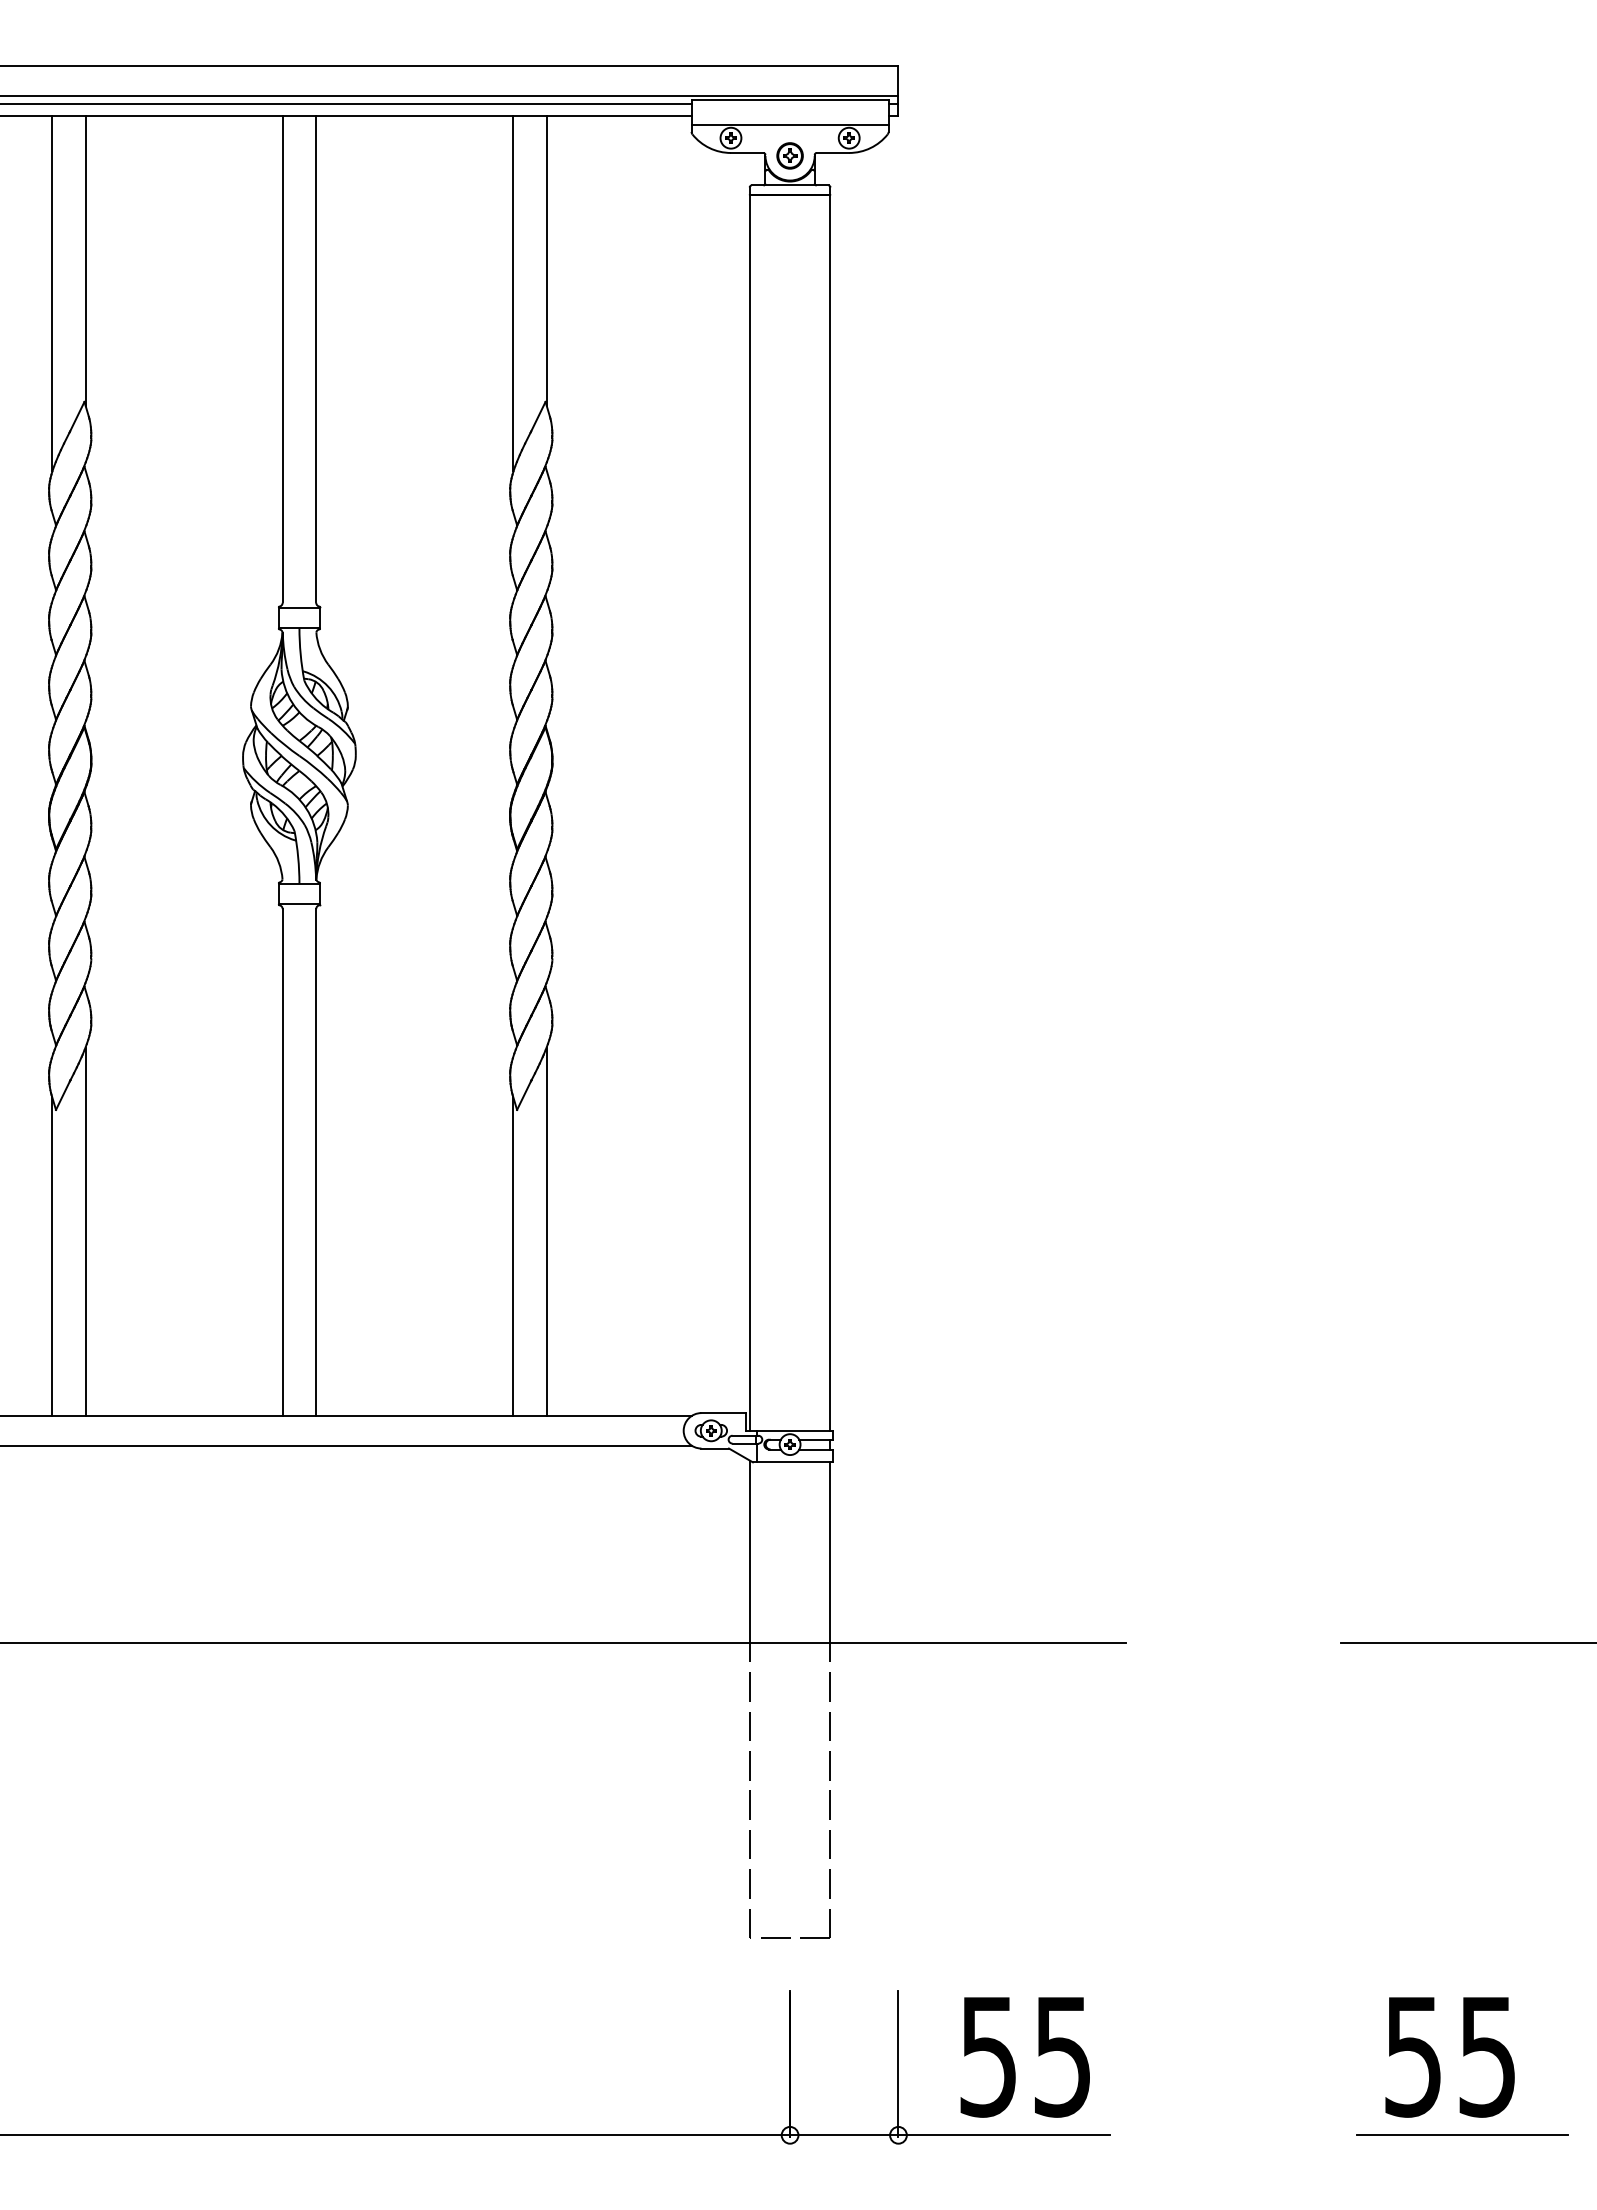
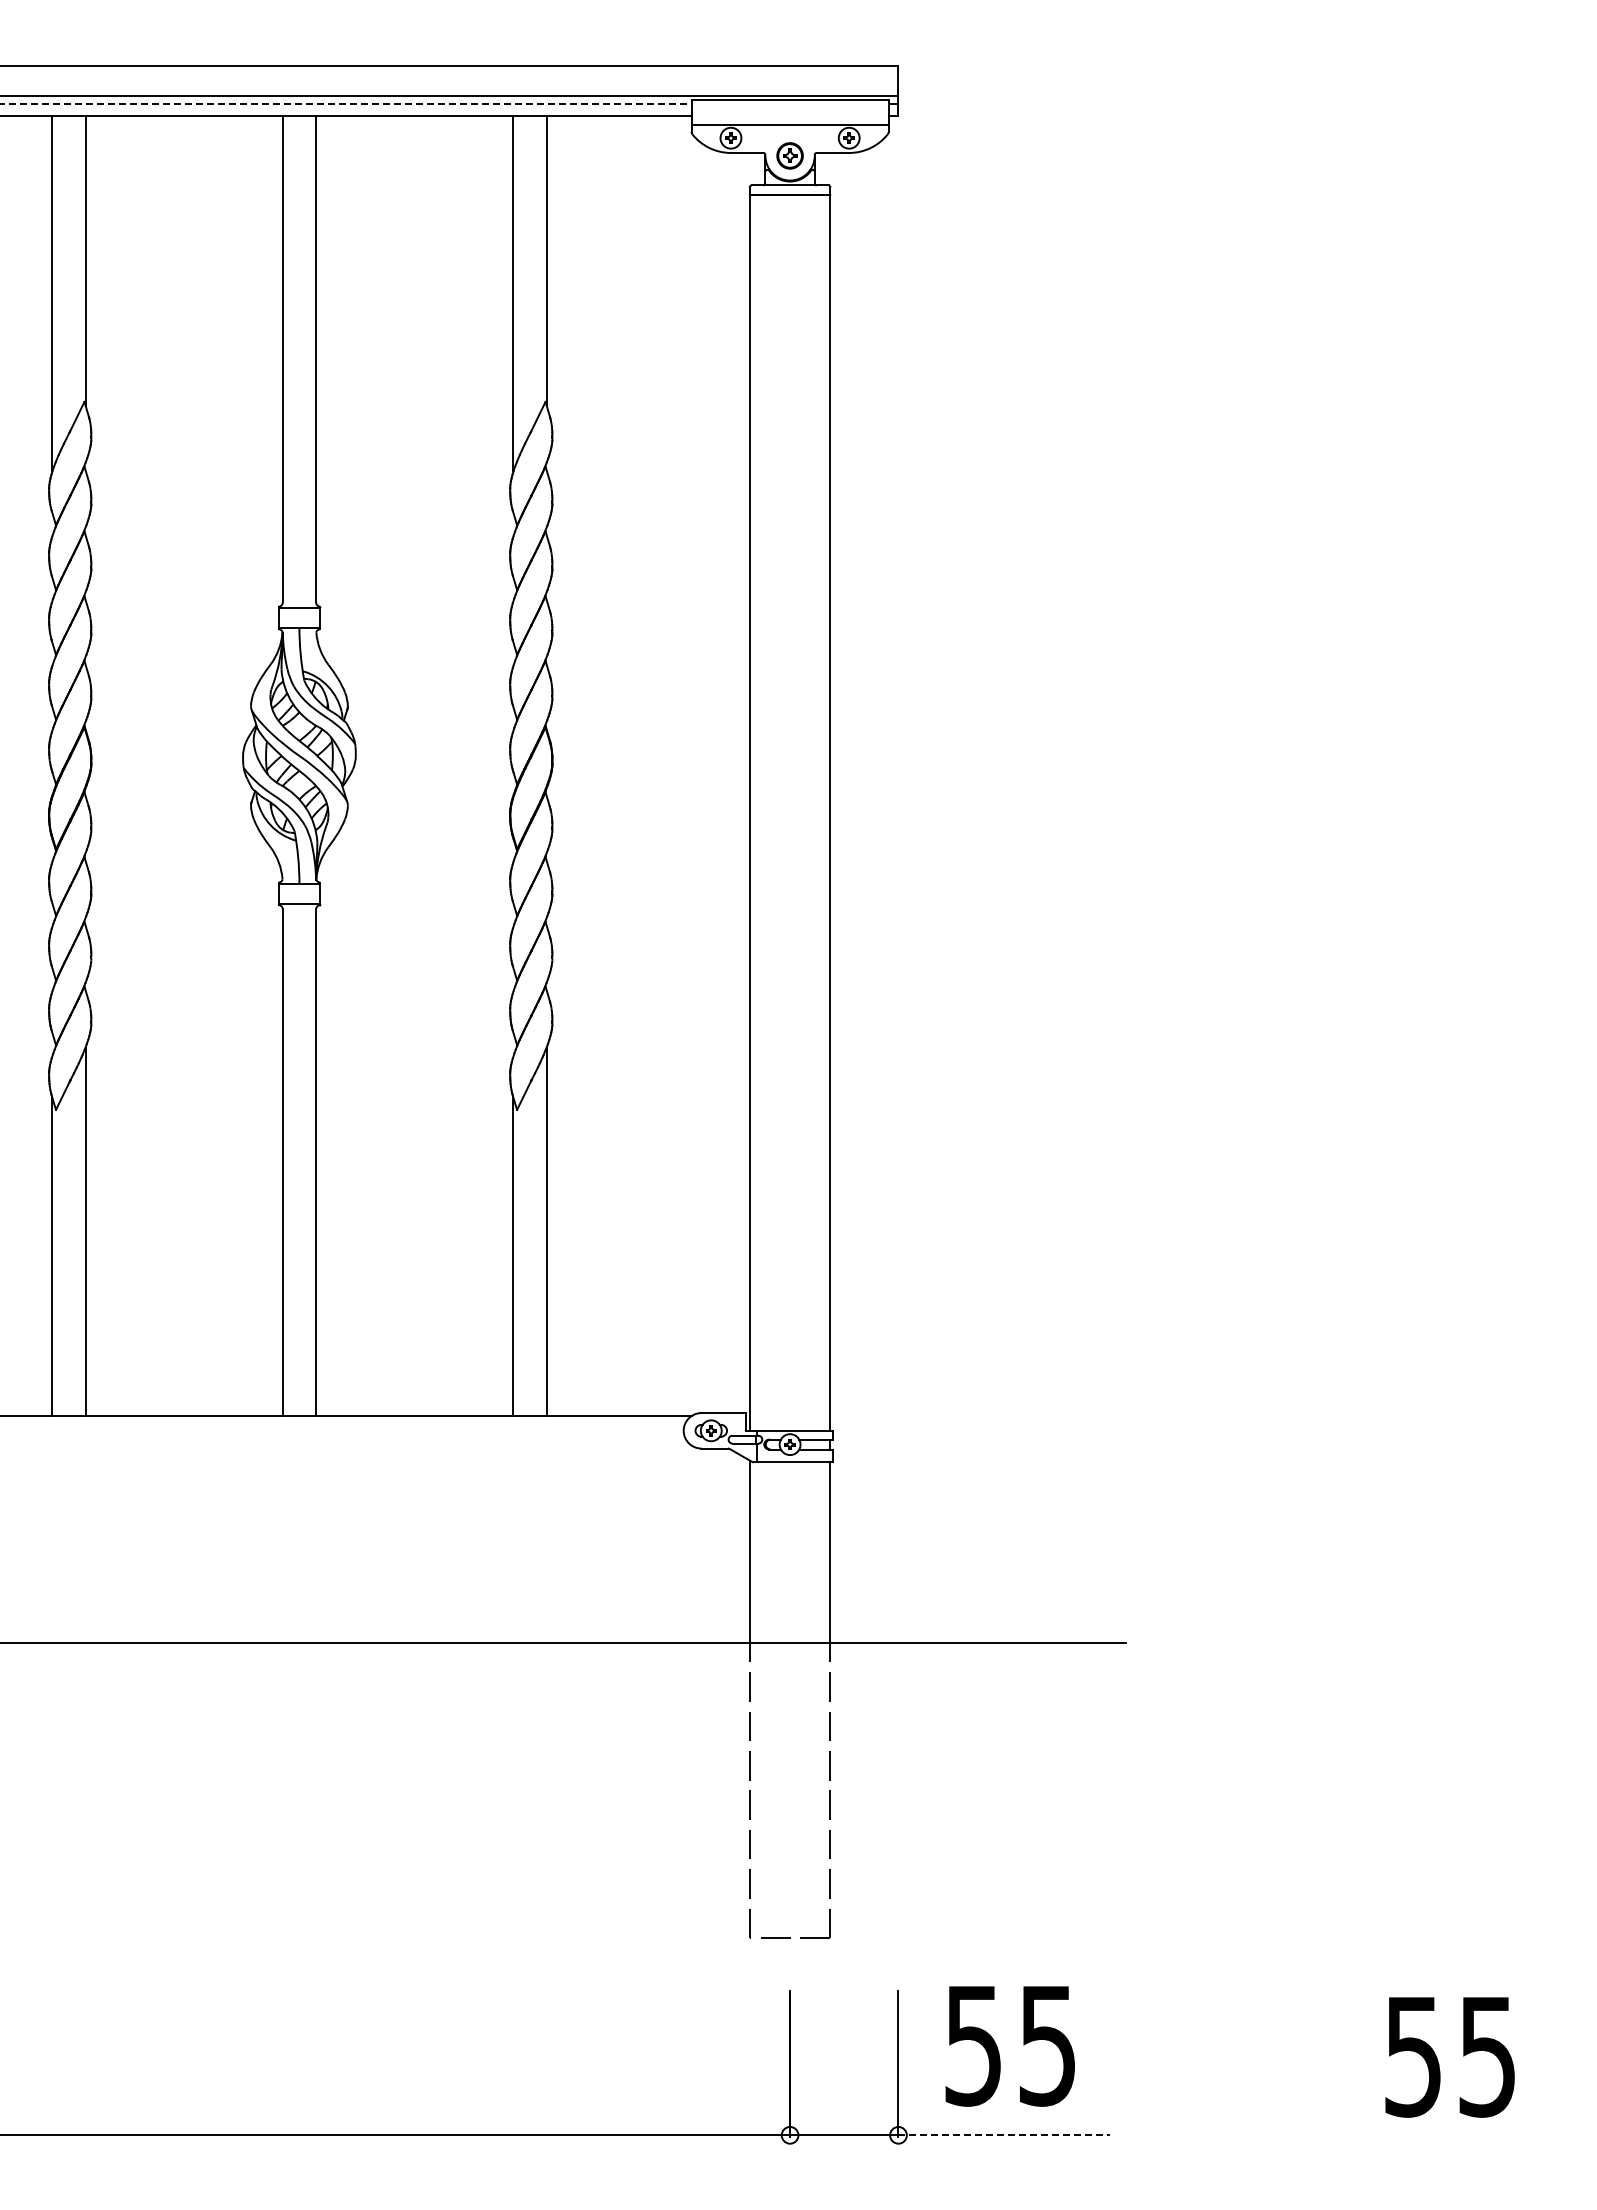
line at (346, 103): solid -> dashed
line at (346, 1445): present -> none
line at (1467, 1642): present -> none
text at (1024, 2057) position: (1024, 2057) -> (1009, 2046)
line at (1004, 2135): solid -> dashed
line at (1462, 2135): present -> none
